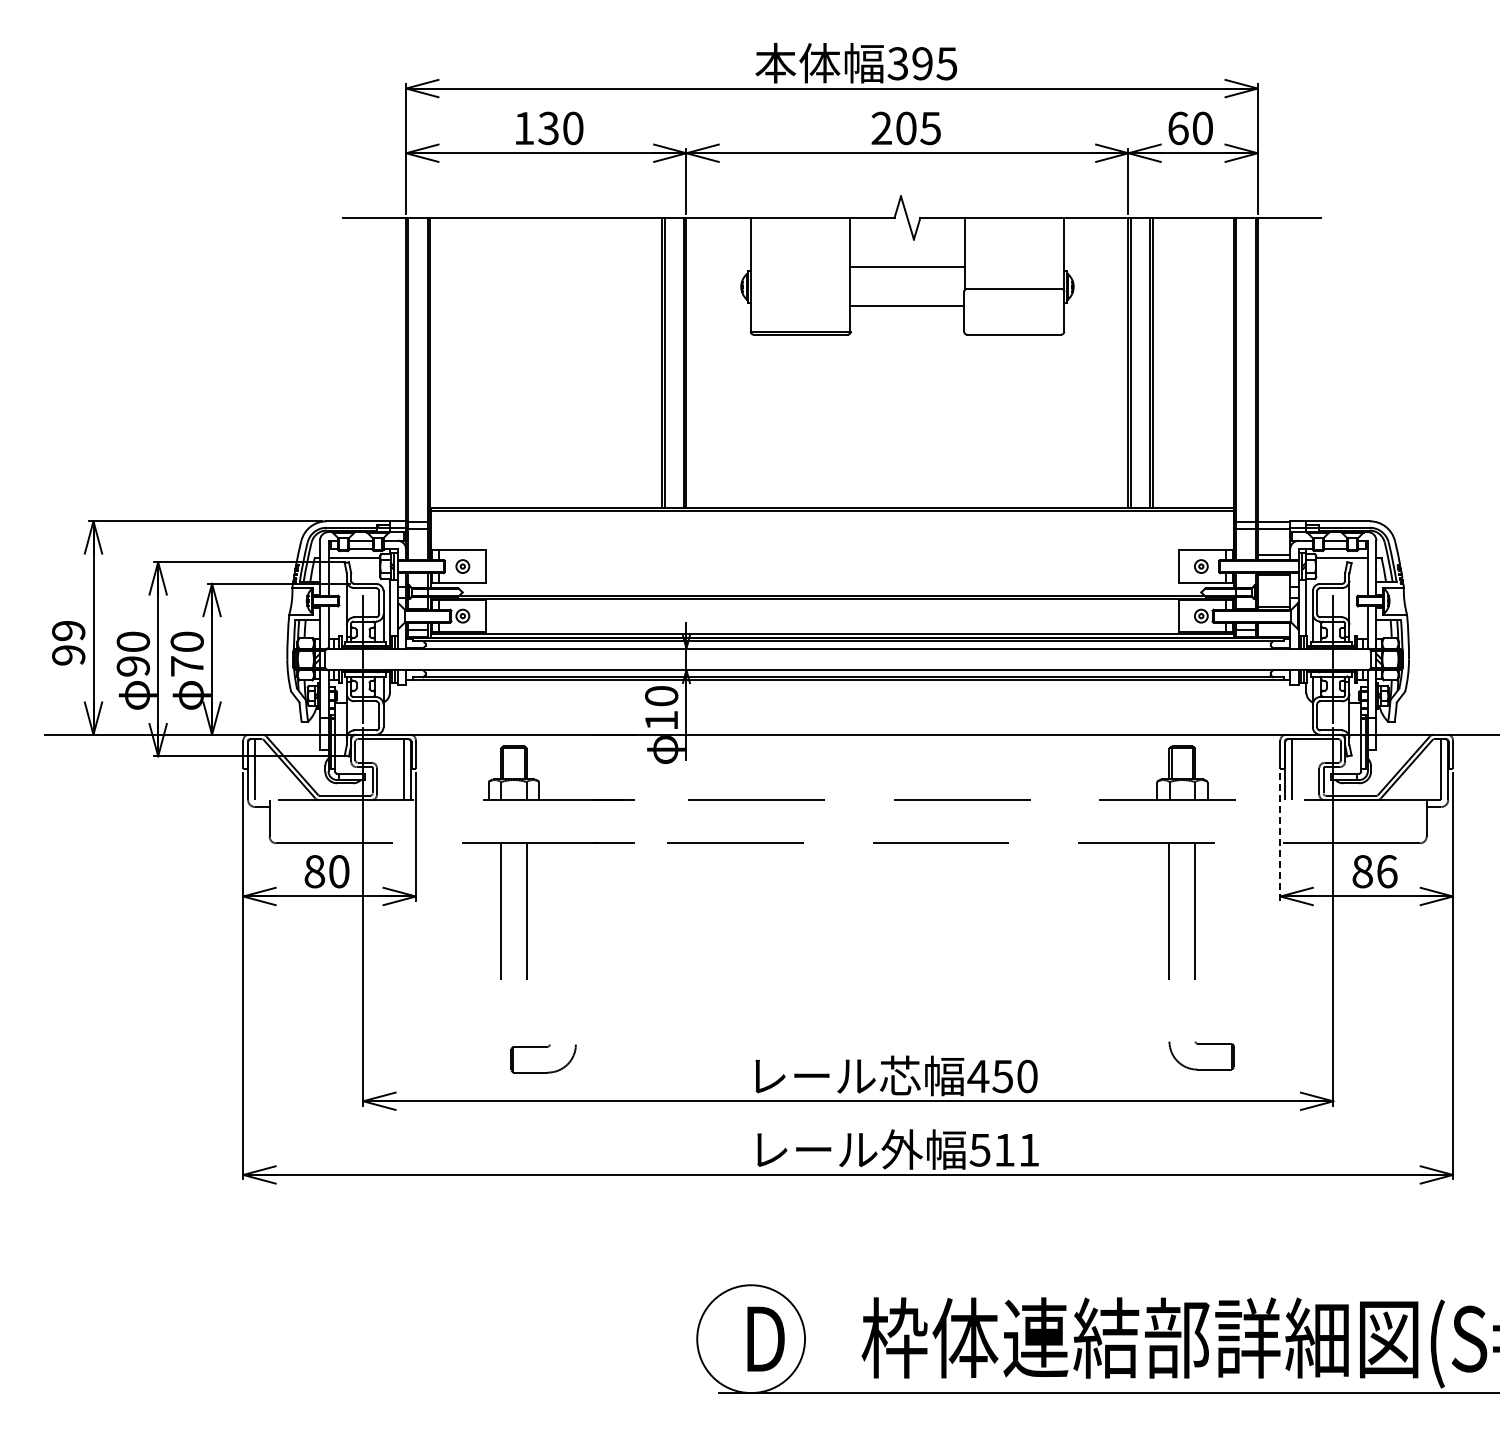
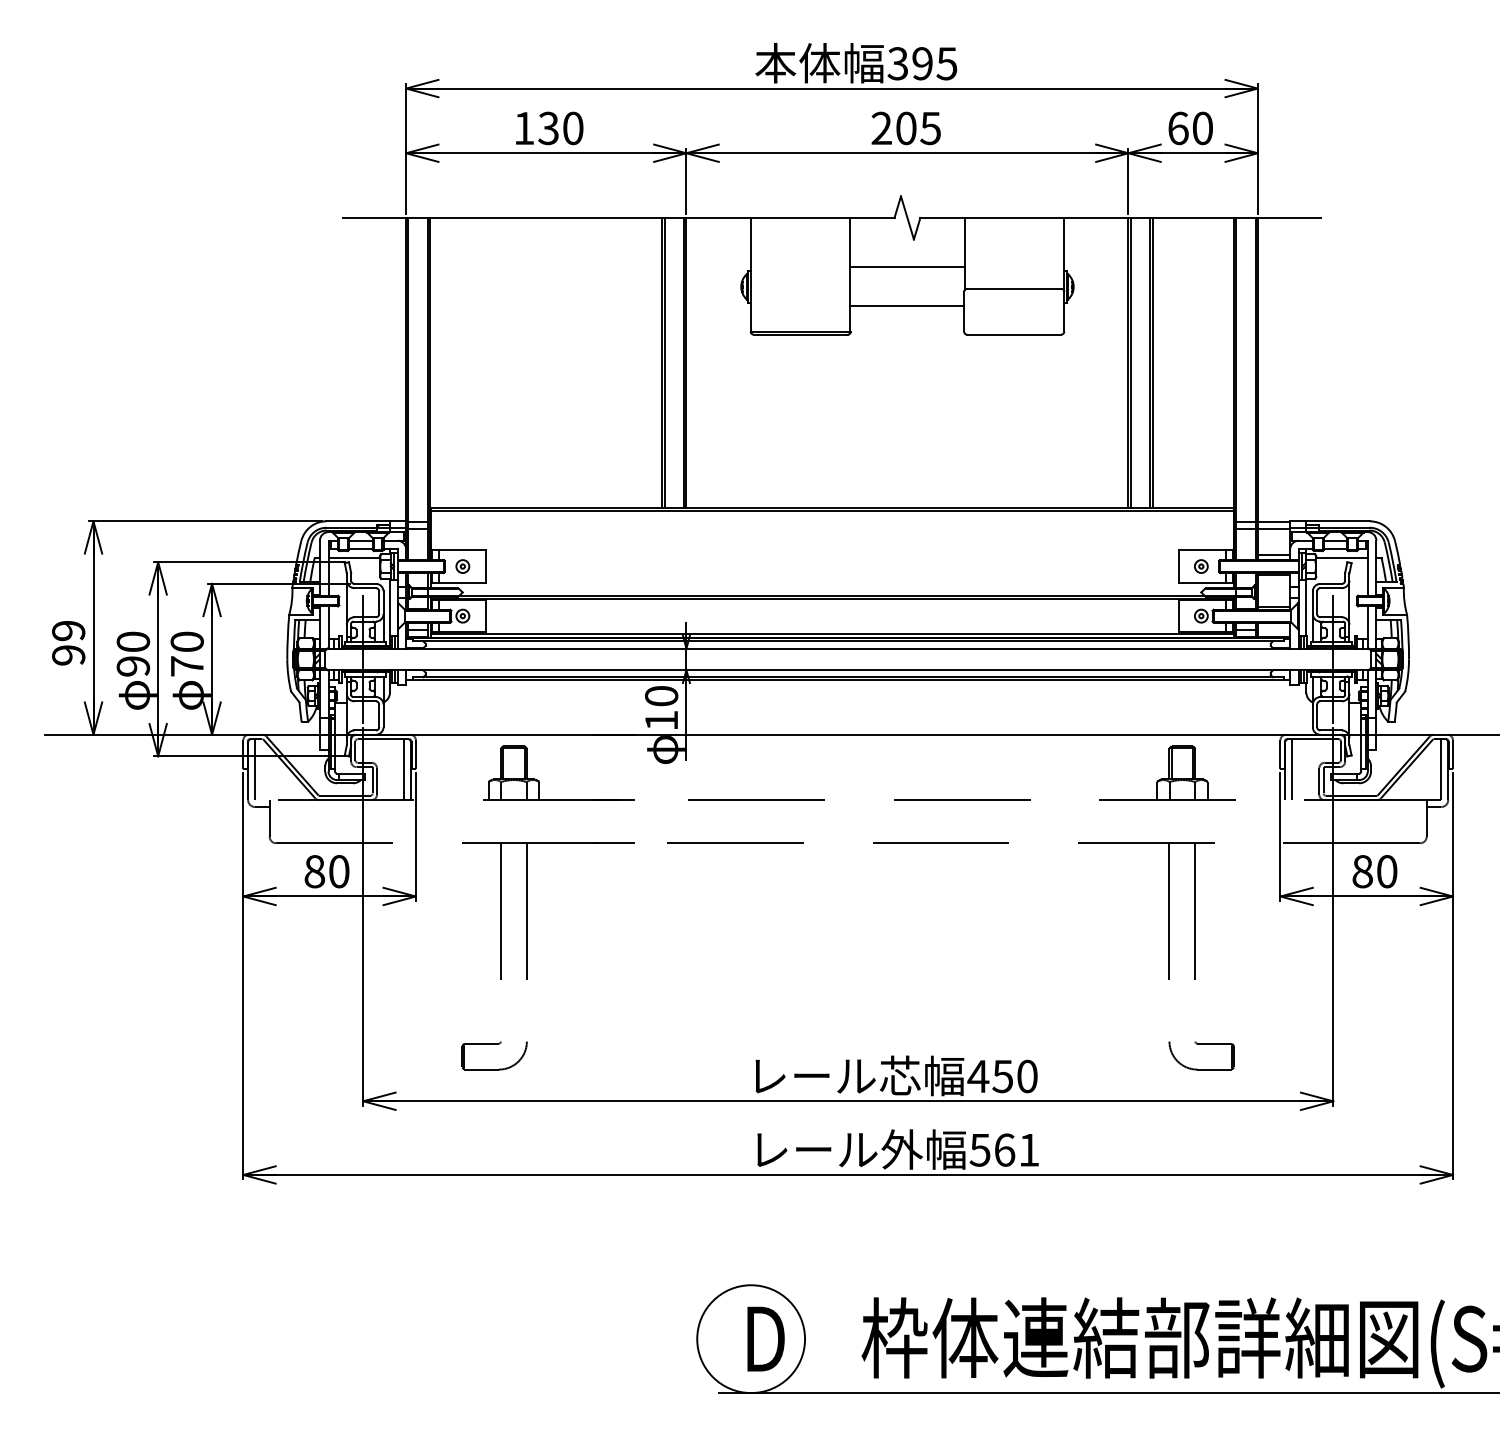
line at (1280, 836): dashed -> solid
text at (1387, 871): 86 -> 80
part at (543, 1047) position: (543, 1047) -> (494, 1044)
text at (1005, 1149): 511 -> 561
